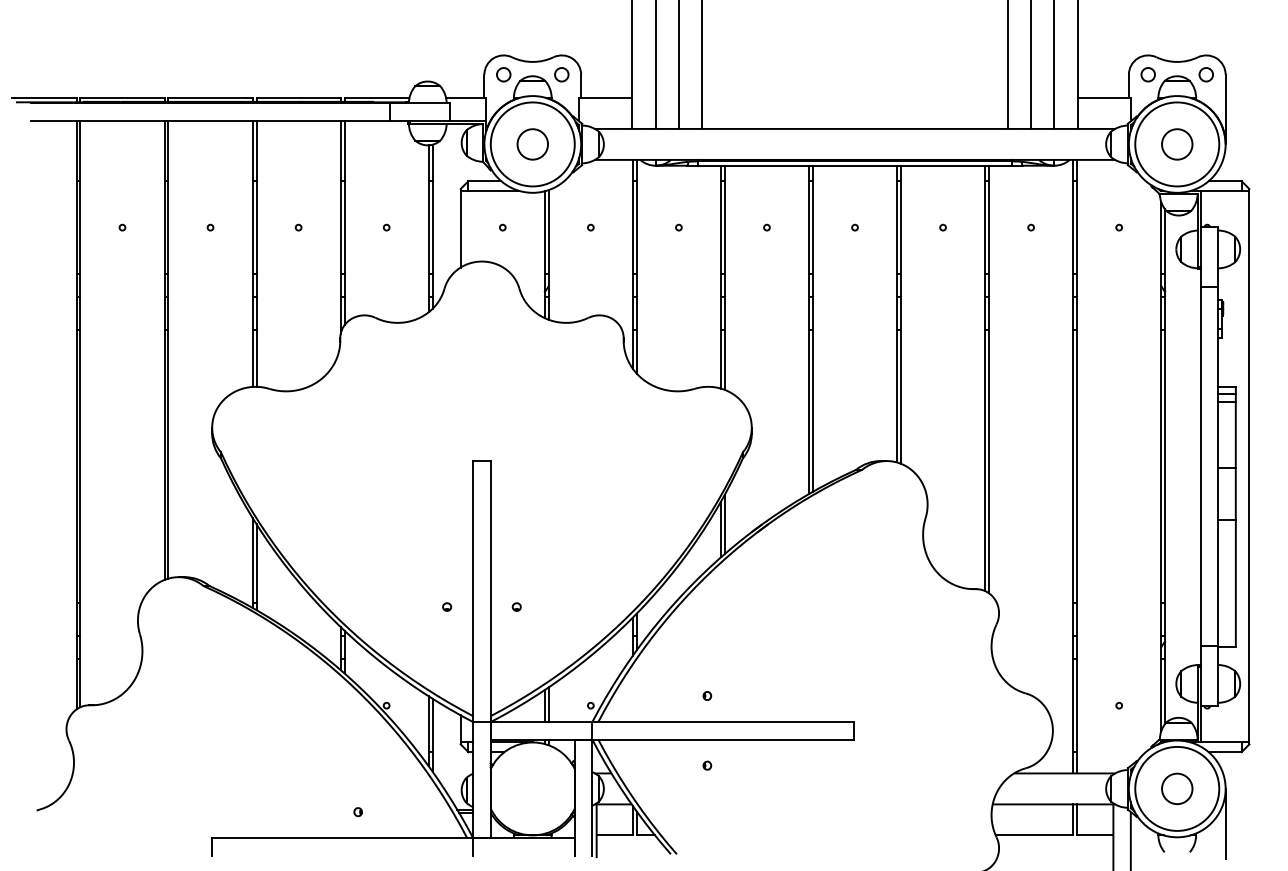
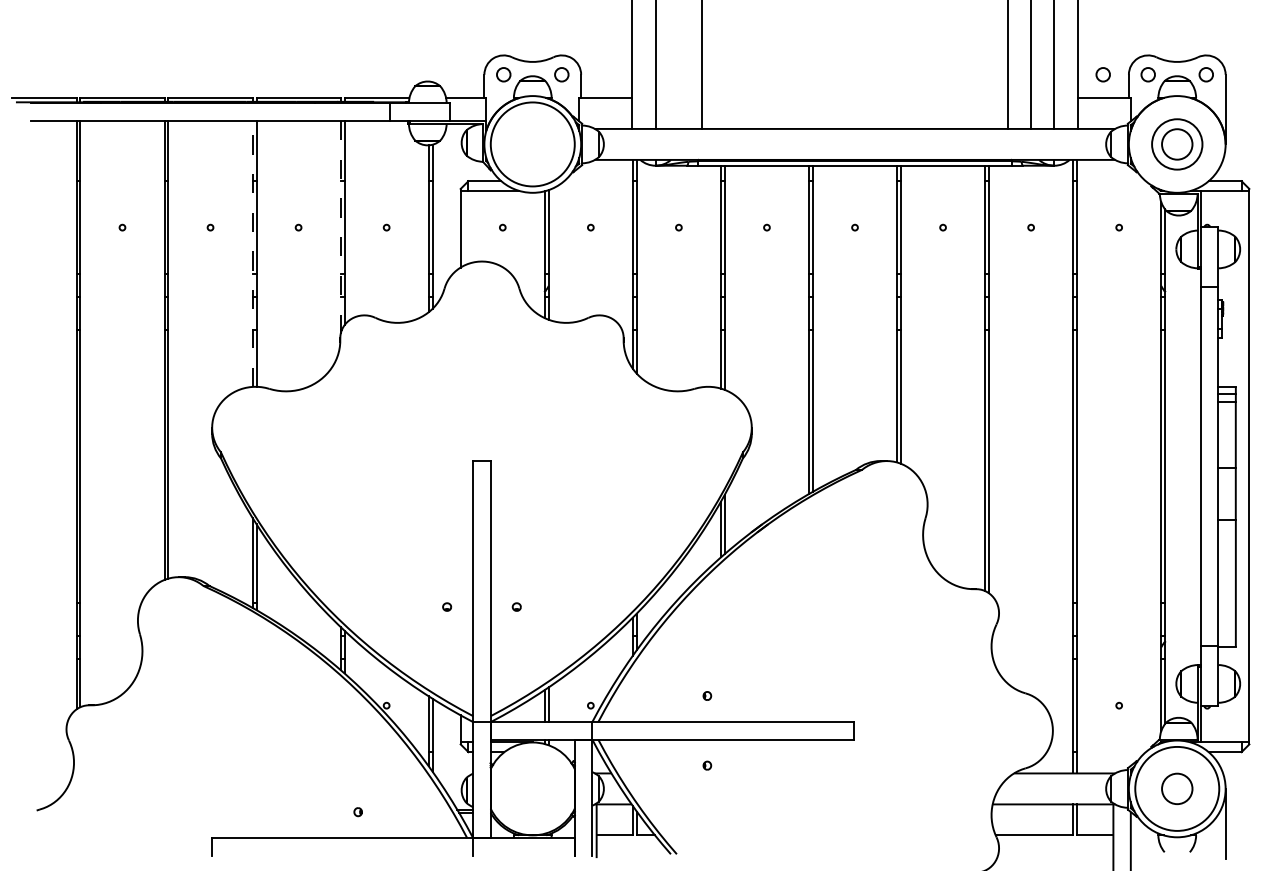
line at (678, 65): present -> none
circle at (1102, 74): none -> present
circle at (532, 144): present -> none
circle at (1177, 144) diameter: 84 px -> 50 px
line at (340, 227): solid -> dashed
line at (252, 253): solid -> dashed
